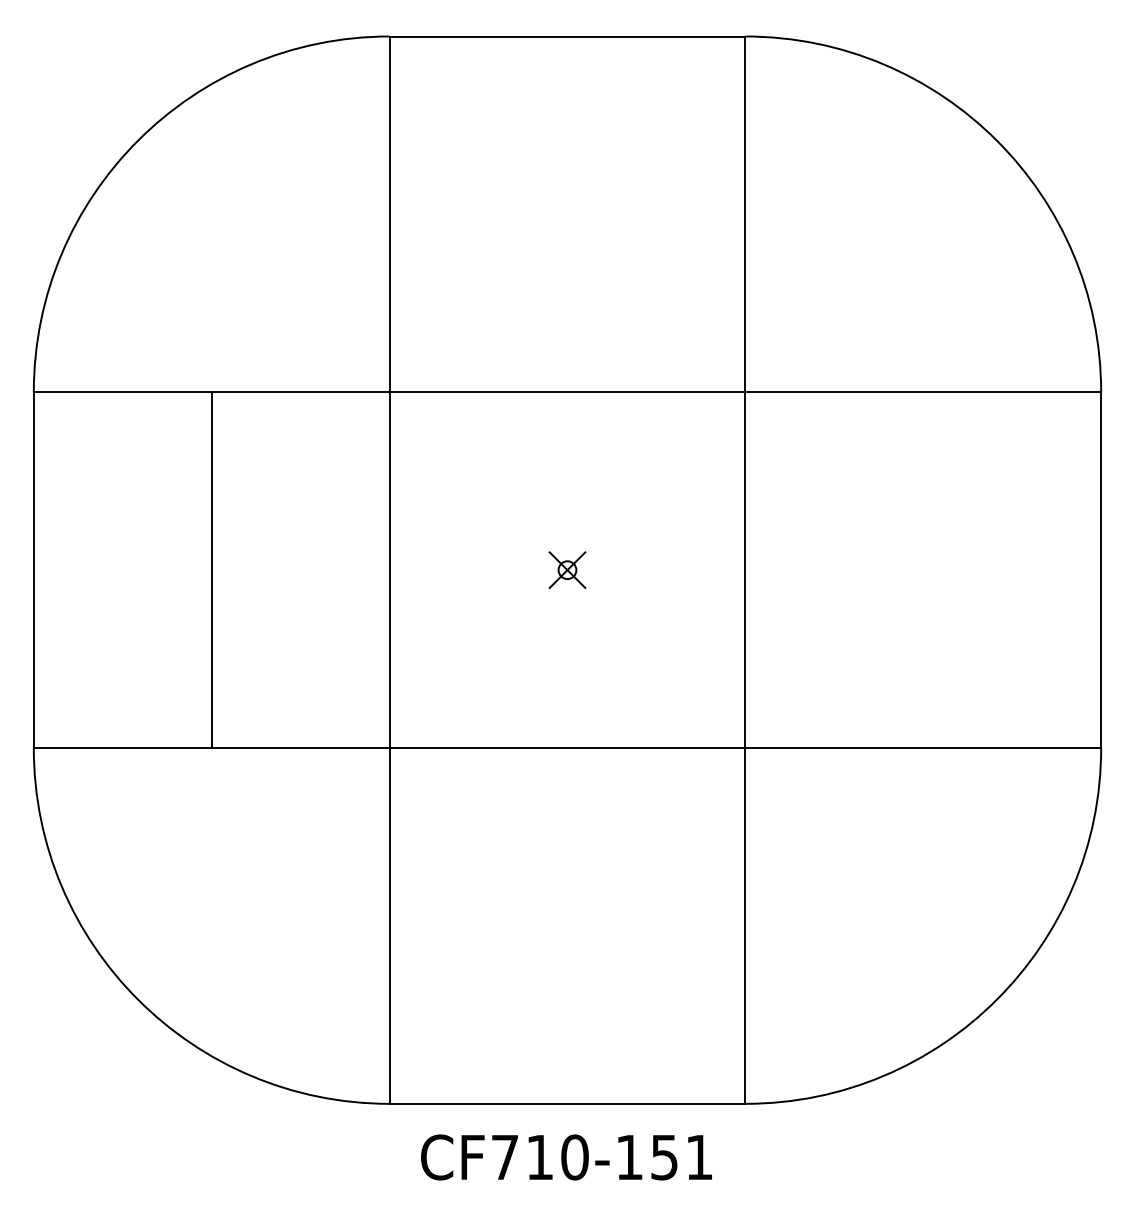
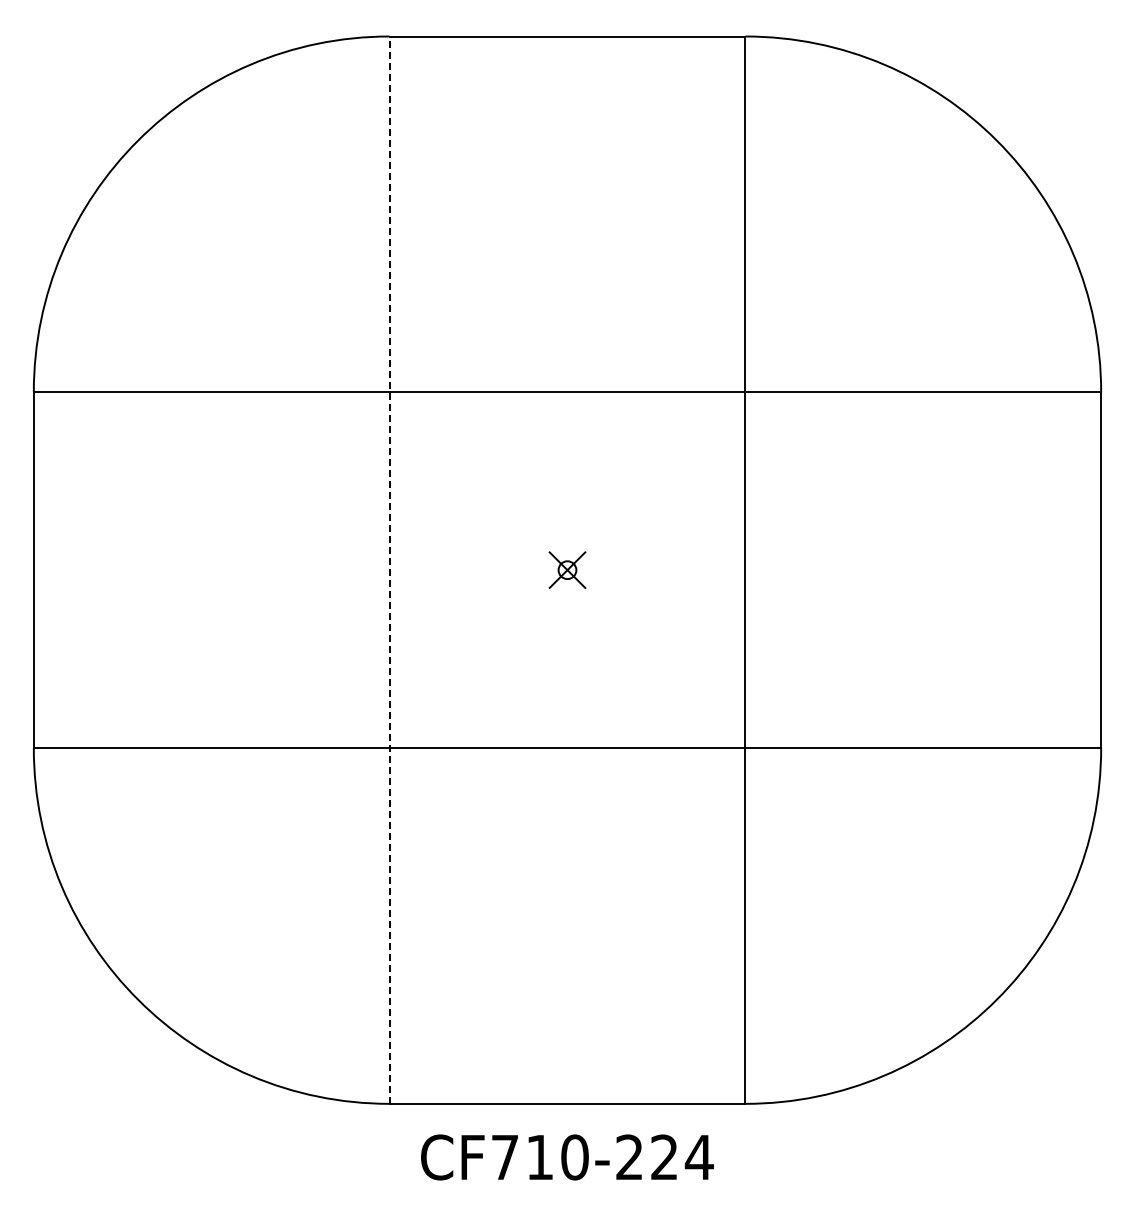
line at (211, 570): present -> none
line at (389, 570): solid -> dashed
text at (664, 1157): CF710-151 -> CF710-224
